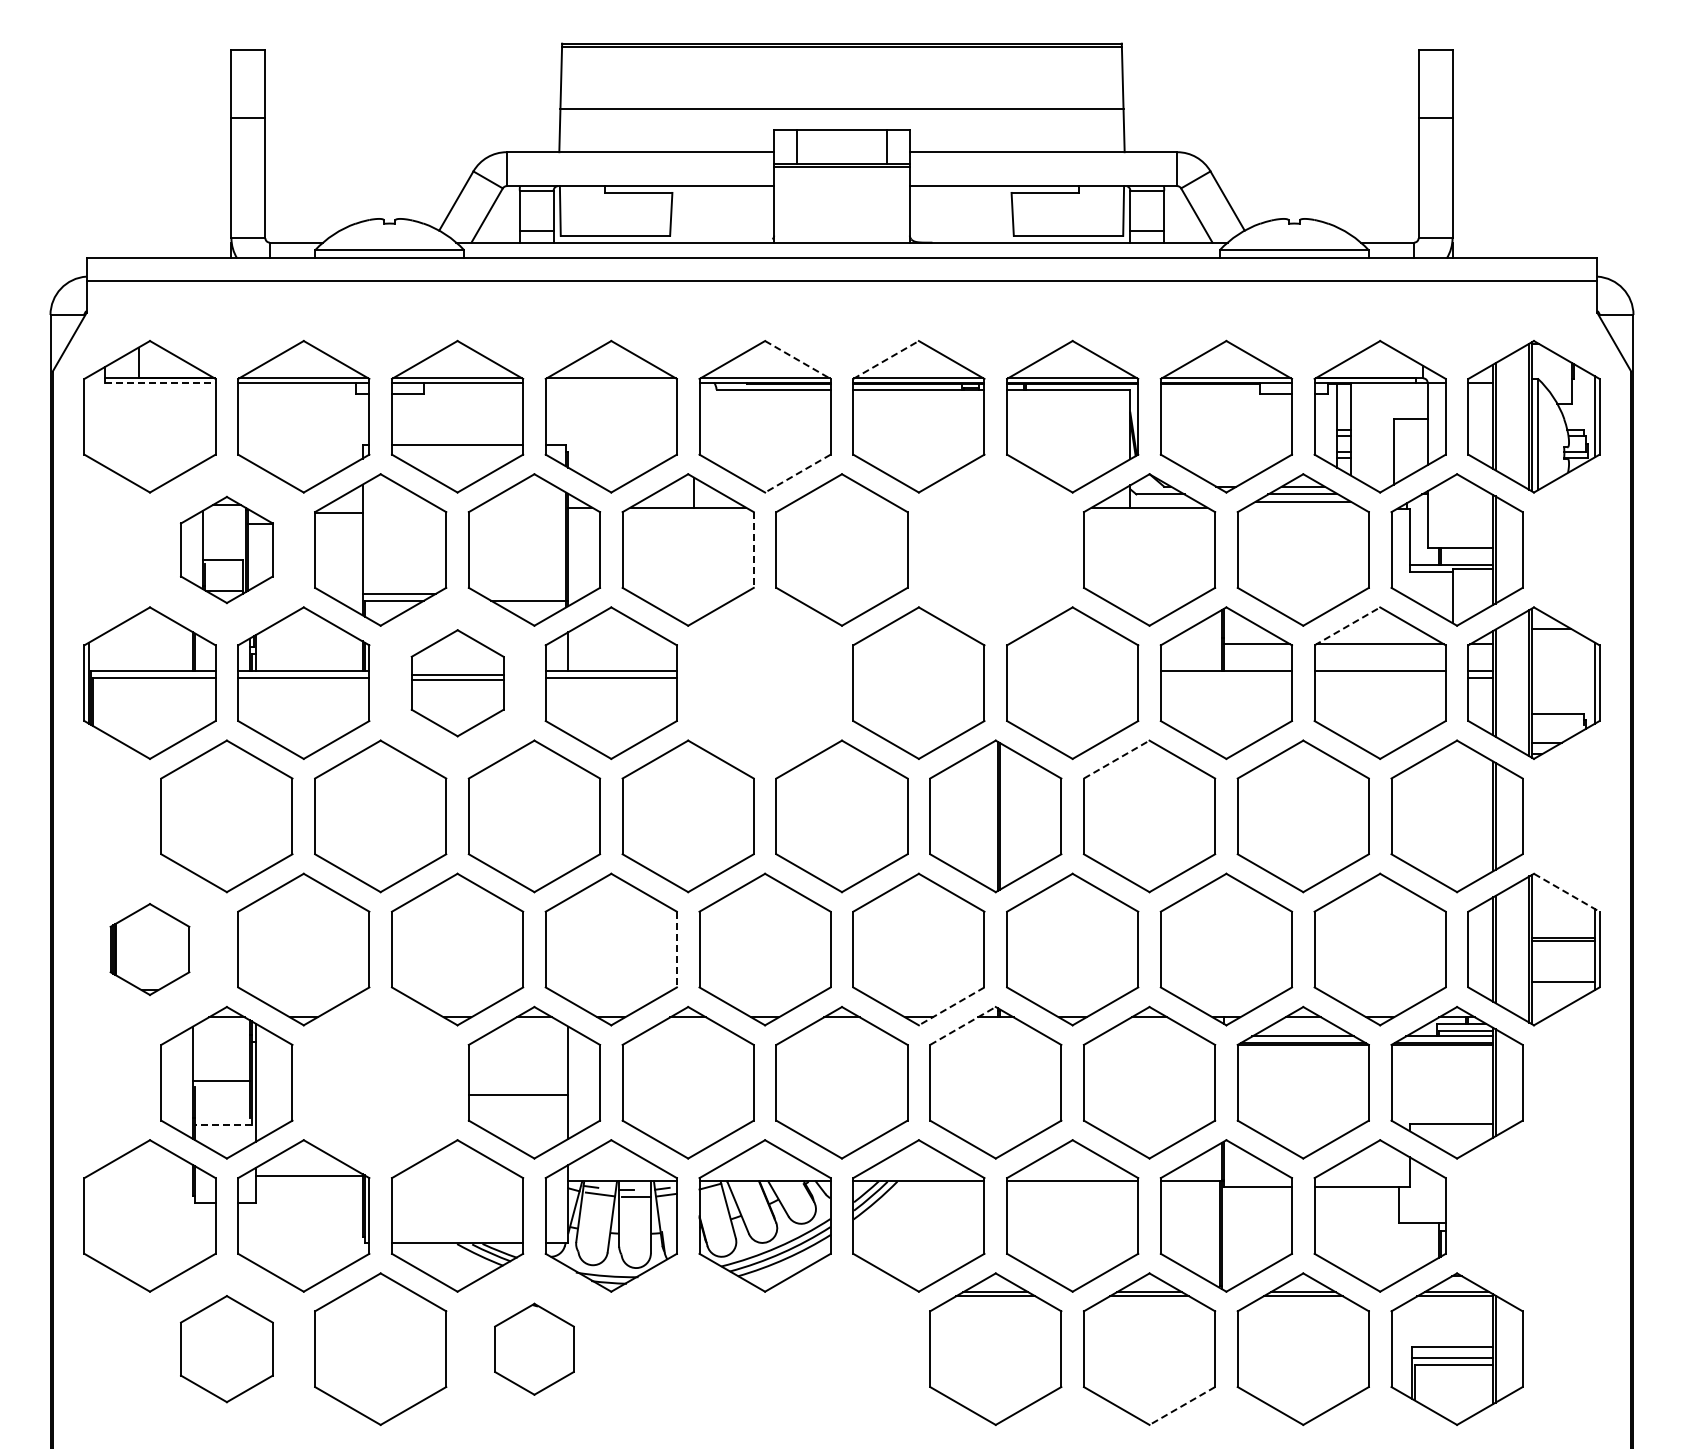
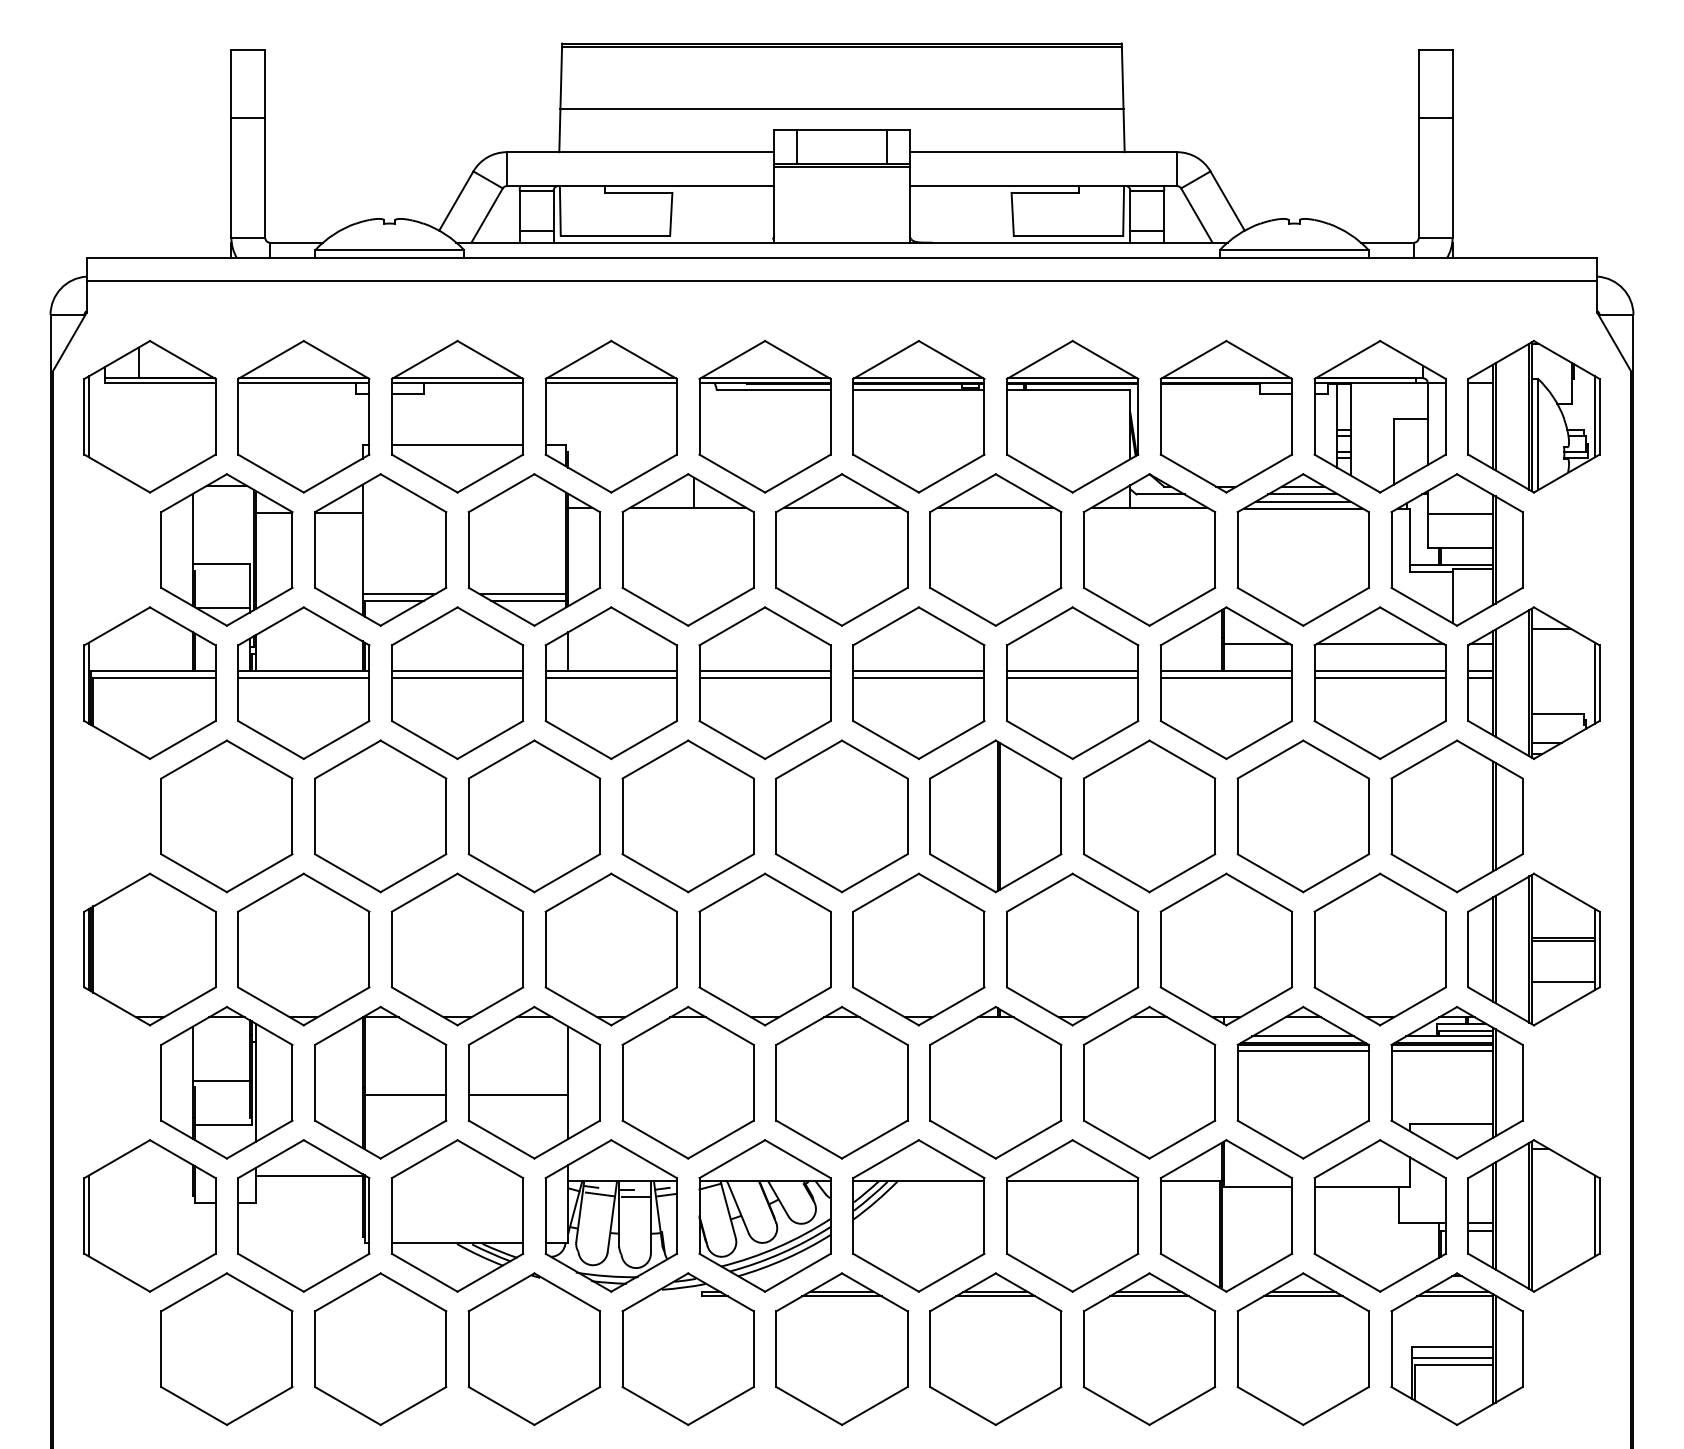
line at (797, 359): dashed -> solid
line at (886, 359): dashed -> solid
line at (160, 382): dashed -> solid
line at (610, 382): none -> present
line at (88, 416): none -> present
line at (797, 473): dashed -> solid
line at (841, 507): none -> present
line at (1303, 508): none -> present
line at (1460, 514): none -> present
part at (226, 549) size: 94x110 px -> 134x154 px
part at (995, 549): none -> present
line at (753, 550): dashed -> solid
line at (522, 594): none -> present
line at (1347, 626): dashed -> solid
line at (918, 671): none -> present
line at (1072, 671): none -> present
line at (918, 678): none -> present
line at (1072, 678): none -> present
line at (1226, 678): none -> present
line at (1379, 678): none -> present
part at (764, 682): none -> present
part at (457, 683) size: 95x109 px -> 134x155 px
line at (1116, 759): dashed -> solid
line at (1566, 892): dashed -> solid
part at (149, 949) size: 82x93 px -> 134x155 px
line at (676, 949): dashed -> solid
line at (951, 1006): dashed -> solid
line at (962, 1025): dashed -> solid
line at (1302, 1051): none -> present
line at (1442, 1051): none -> present
part at (380, 1082): none -> present
line at (223, 1124): dashed -> solid
line at (88, 1215): none -> present
part at (1533, 1215): none -> present
part at (534, 1348) size: 81x94 px -> 135x155 px
part at (687, 1348): none -> present
part at (841, 1348): none -> present
part at (226, 1349) size: 94x109 px -> 134x154 px
line at (1182, 1405): dashed -> solid
